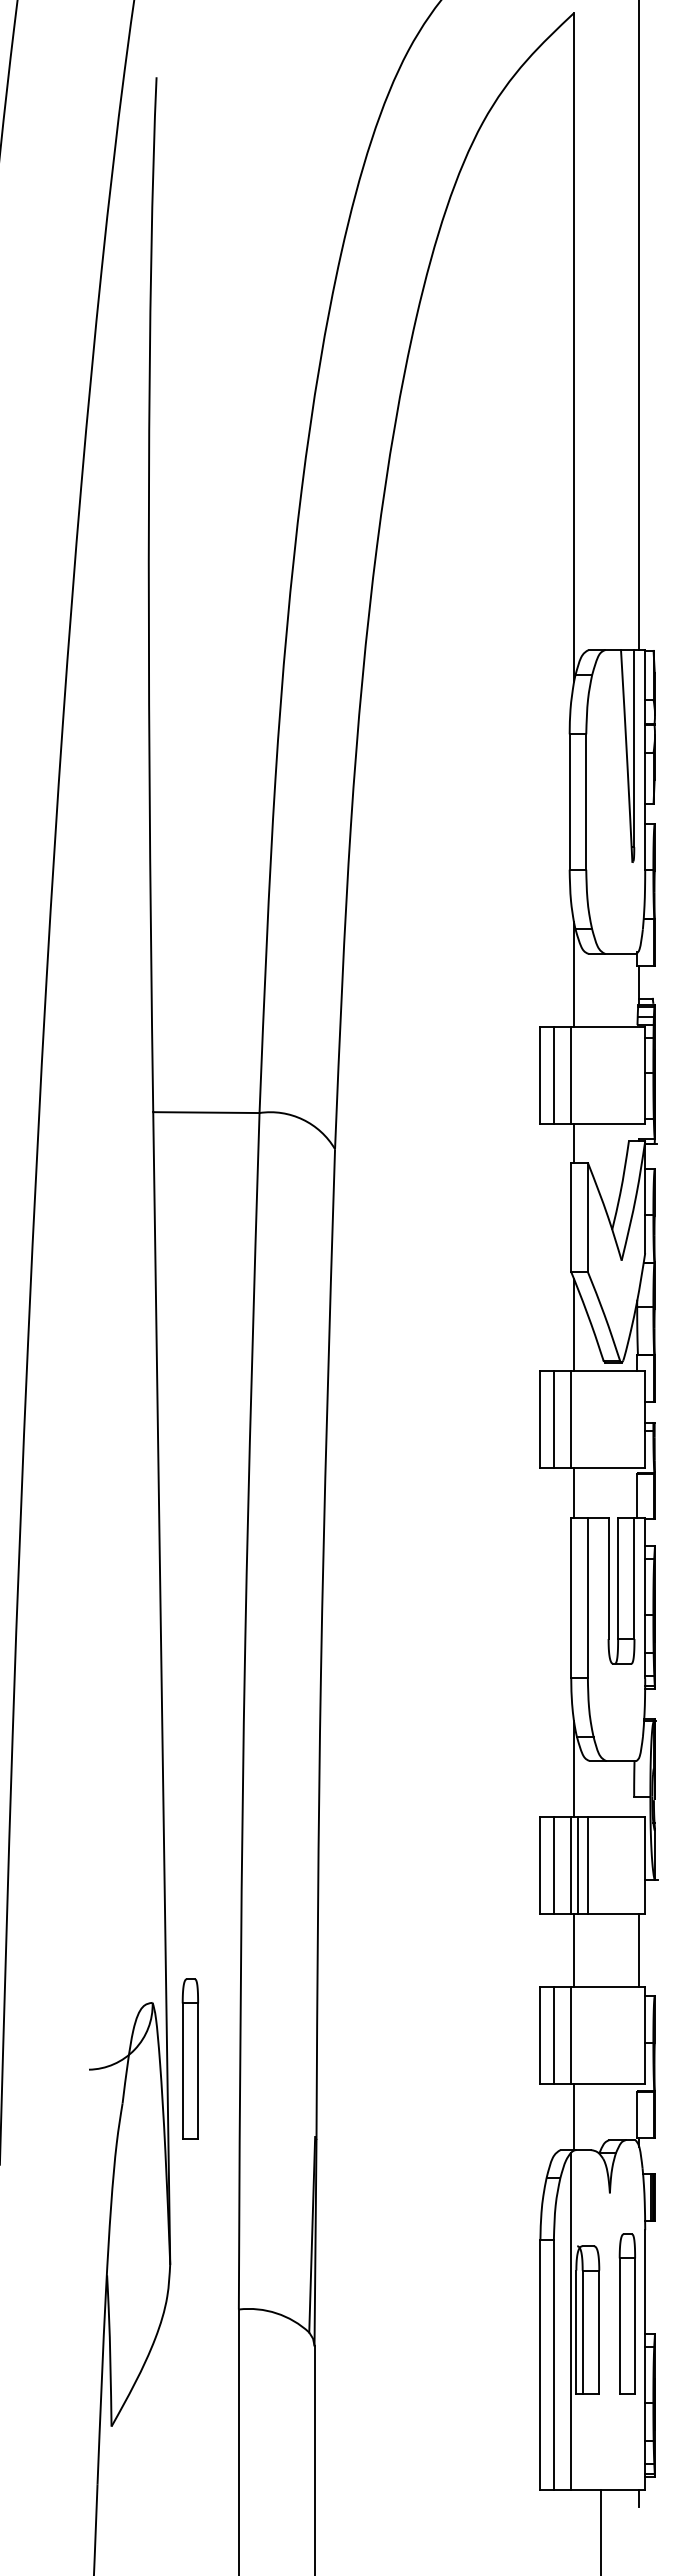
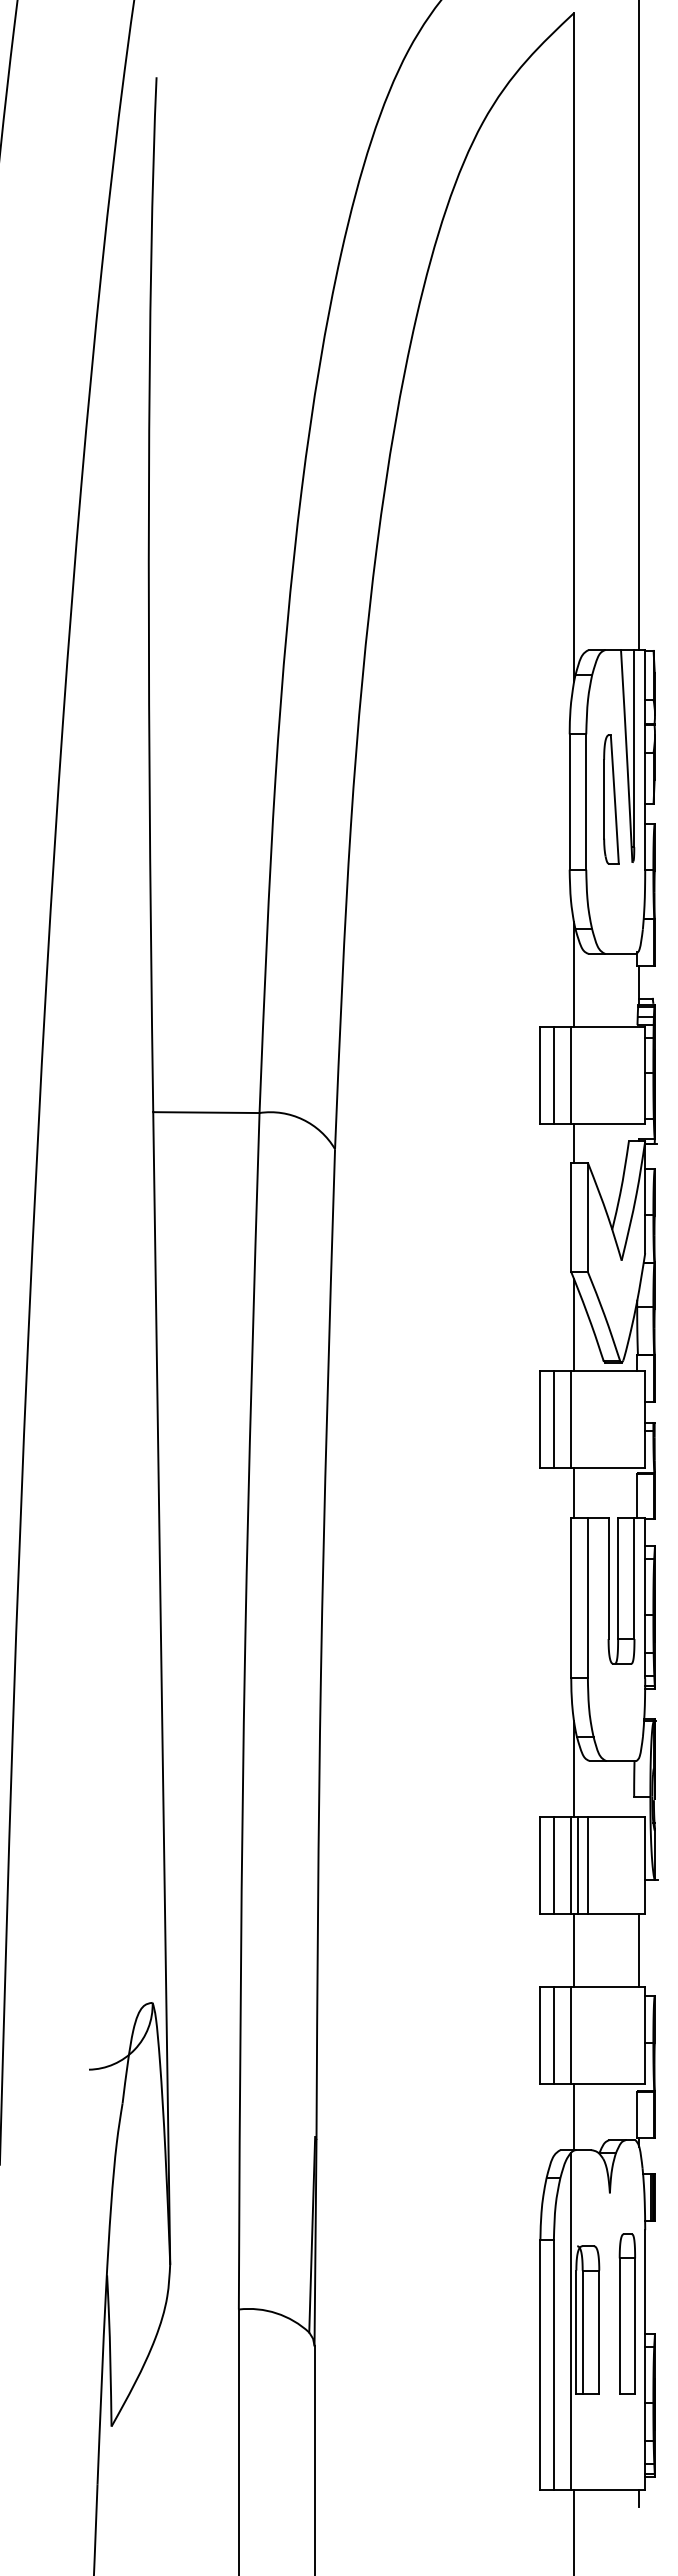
part at (611, 799): none -> present
part at (189, 2058): present -> none
line at (600, 2531) position: (600, 2531) -> (573, 2531)
